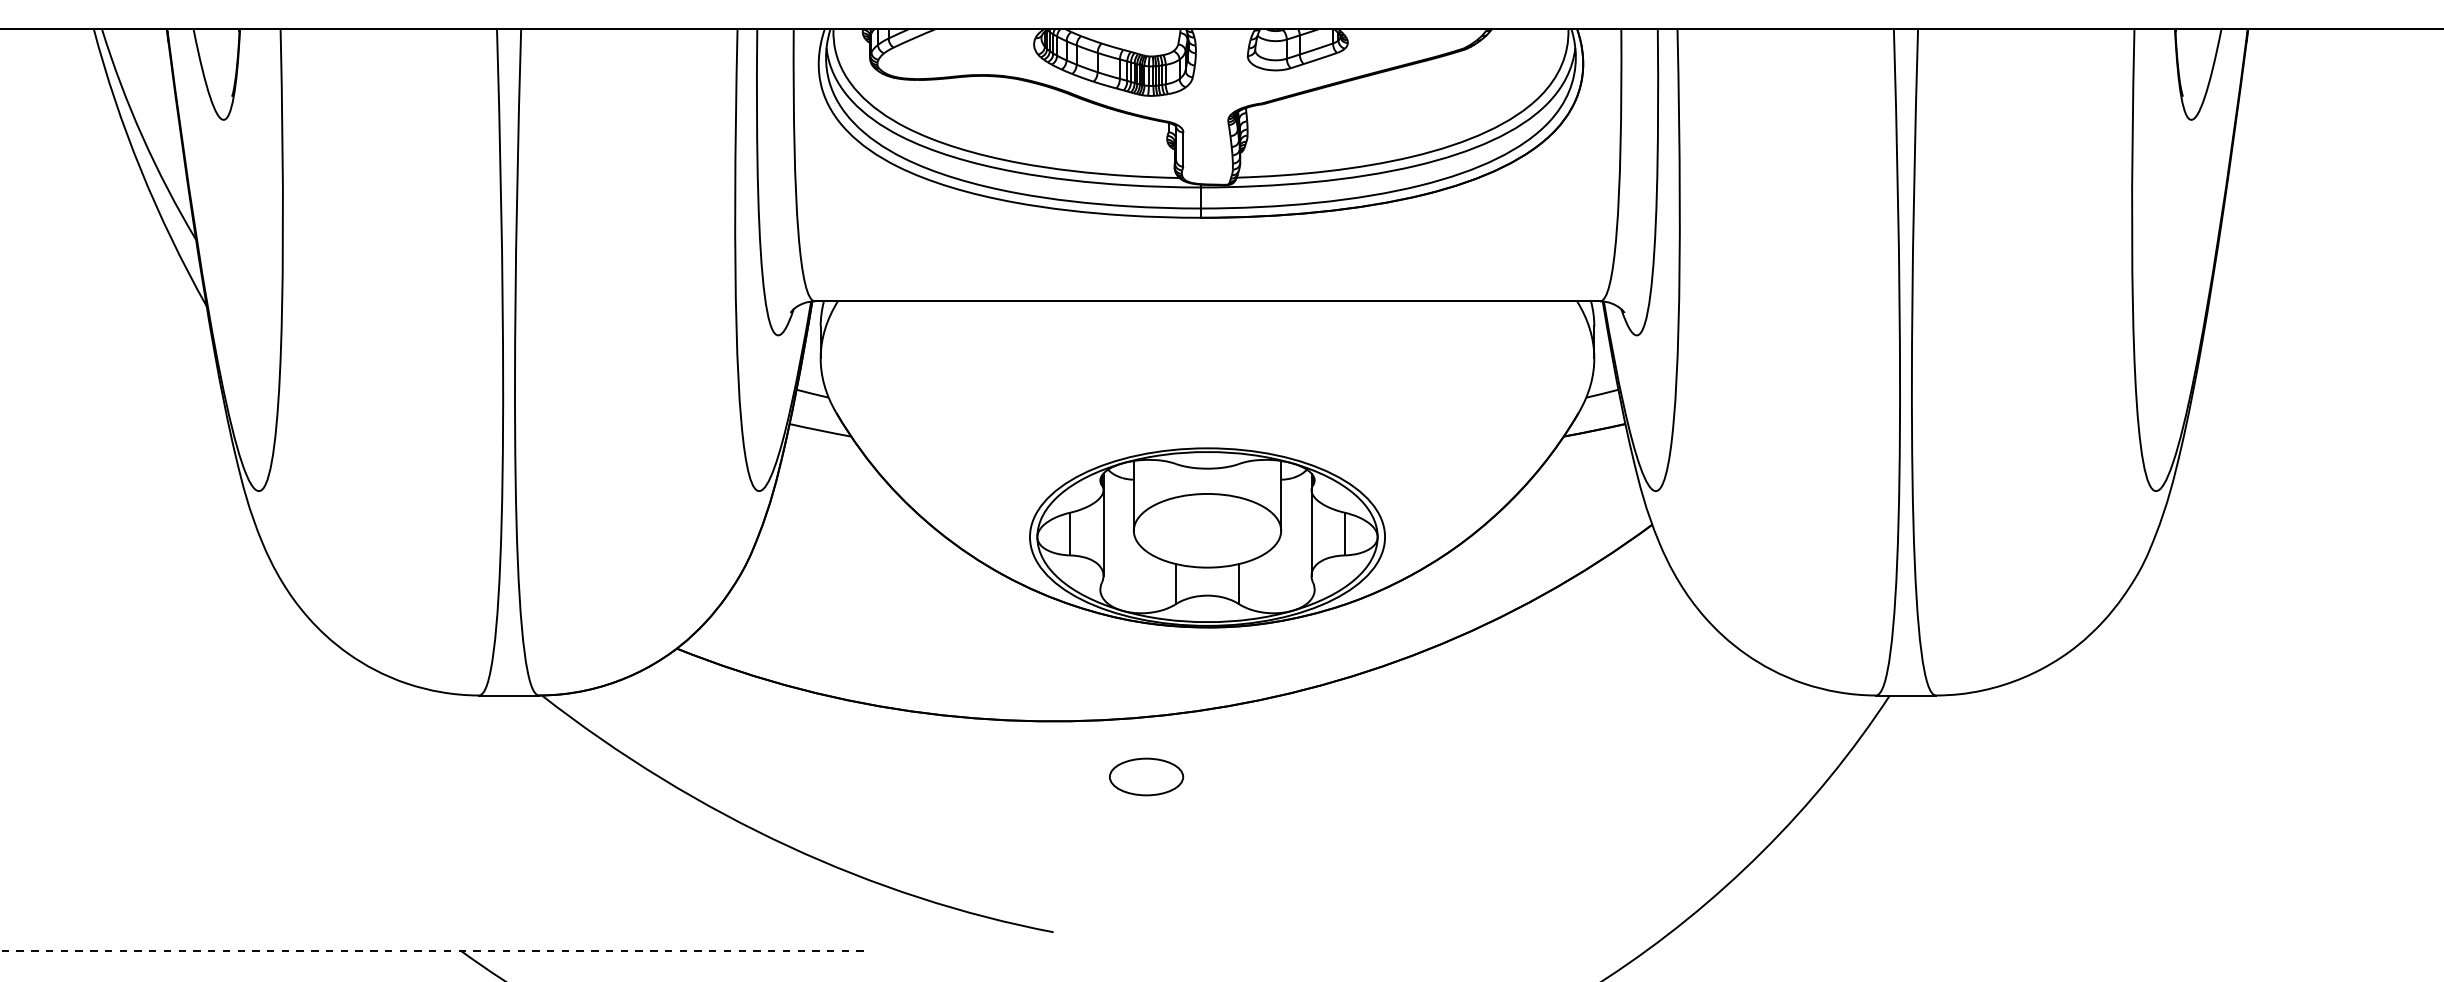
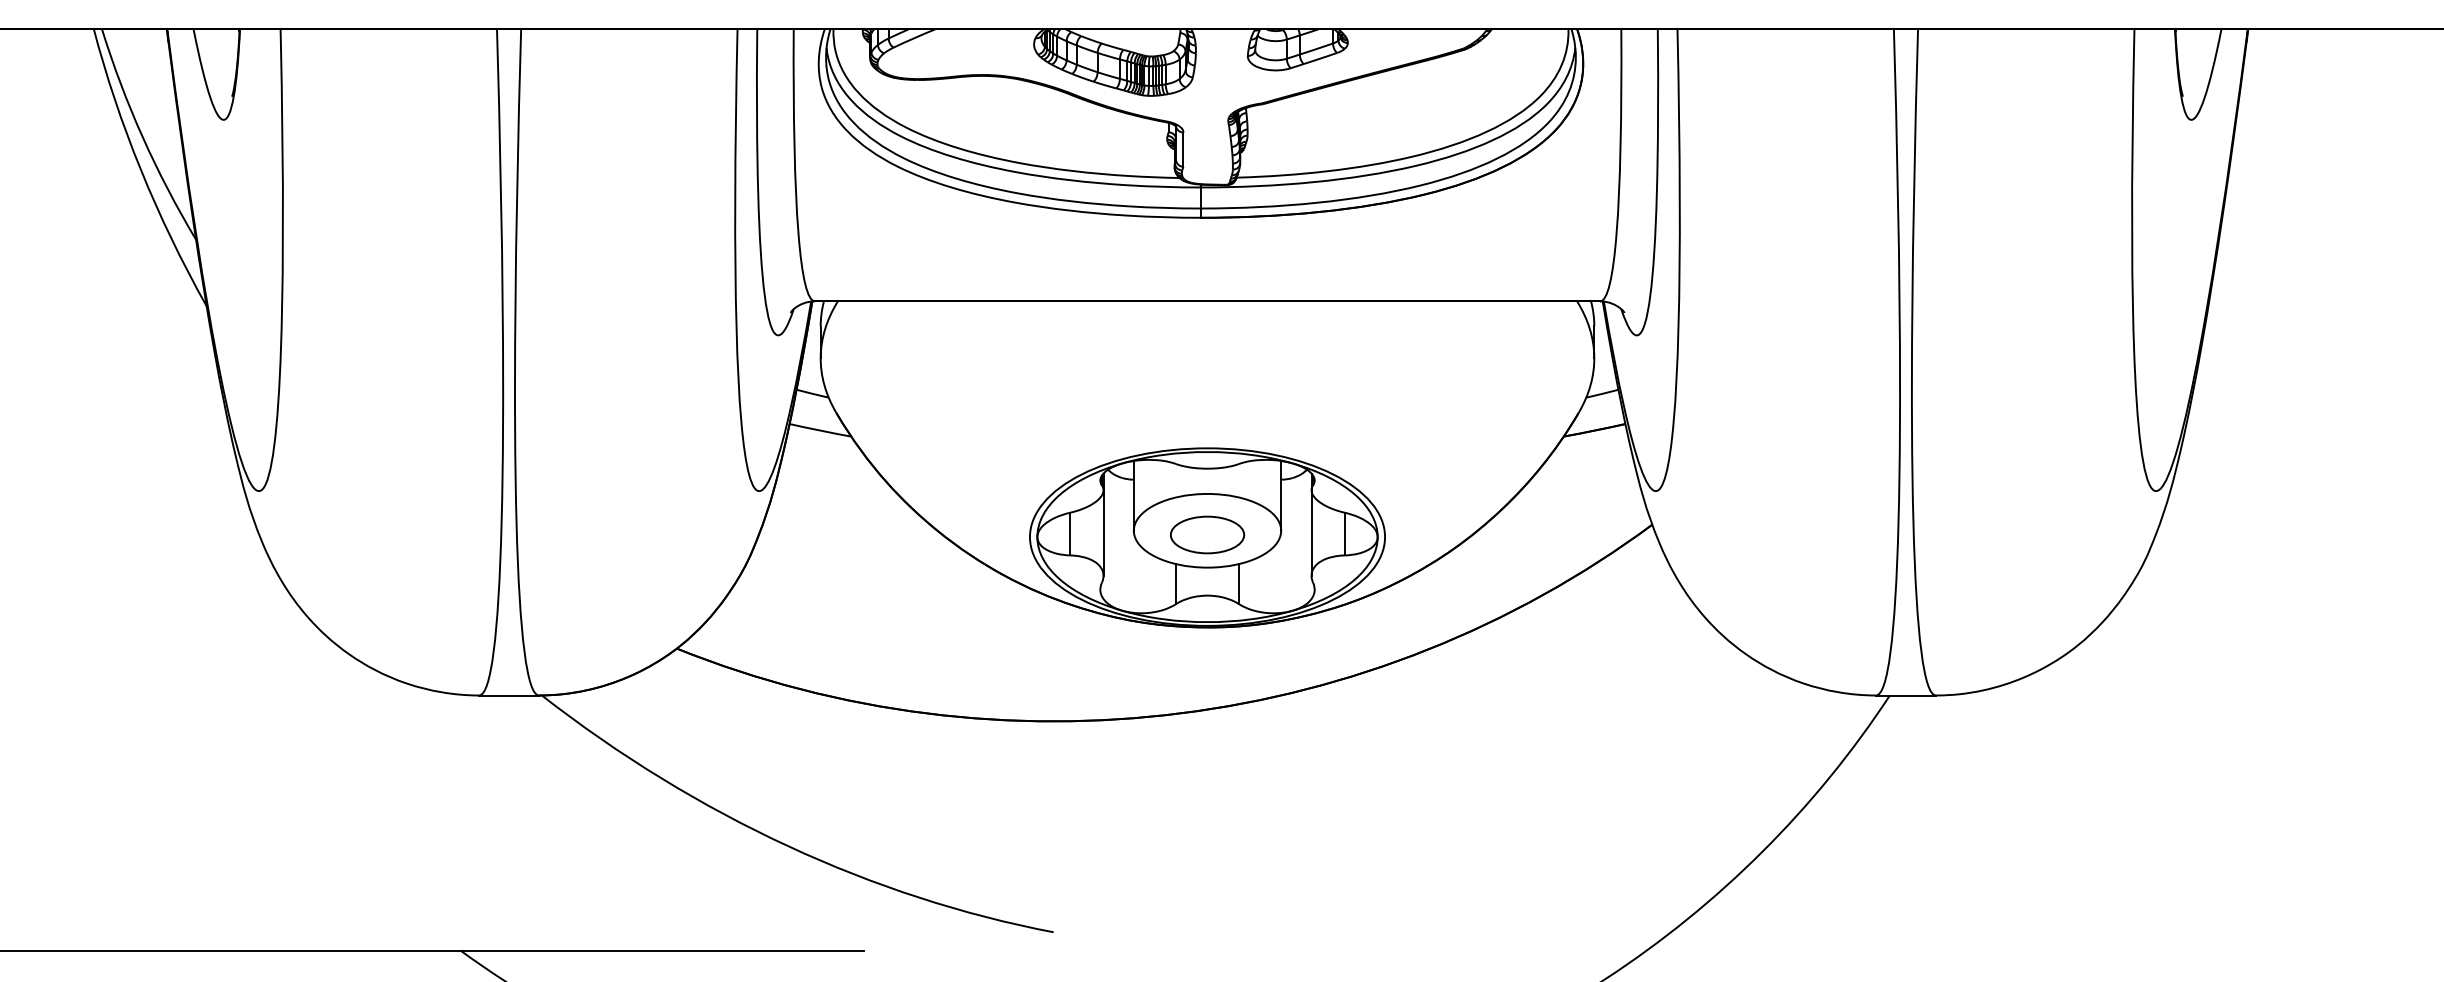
part at (1146, 776) position: (1146, 776) -> (1207, 534)
line at (431, 950): dashed -> solid
